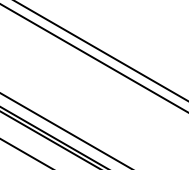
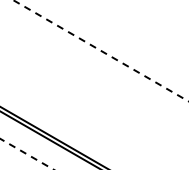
line at (100, 50): solid -> dashed
line at (93, 57): present -> none
line at (64, 130): present -> none
line at (27, 154): solid -> dashed
